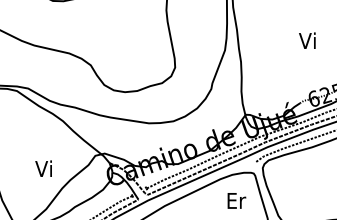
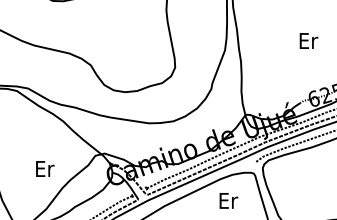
text at (308, 40): Vi -> Er
text at (44, 168): Vi -> Er
text at (236, 200) position: (236, 200) -> (228, 200)
